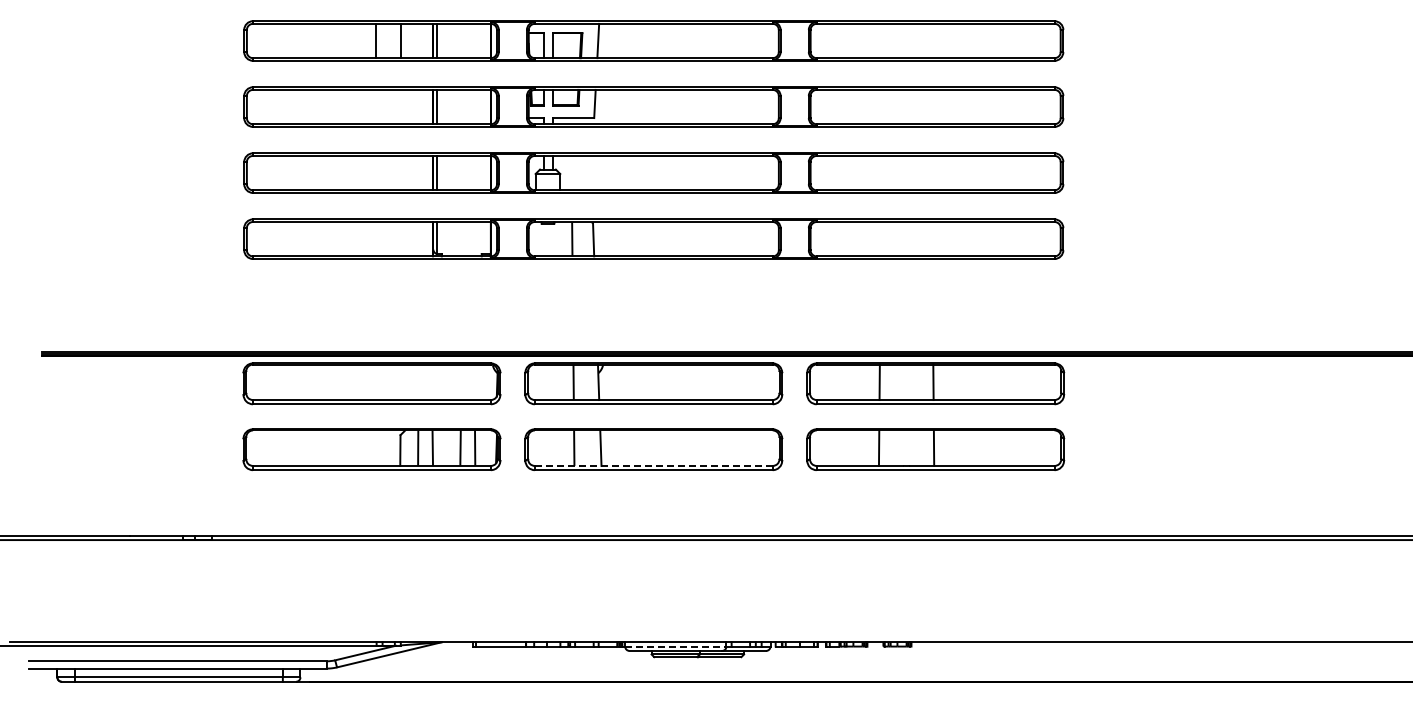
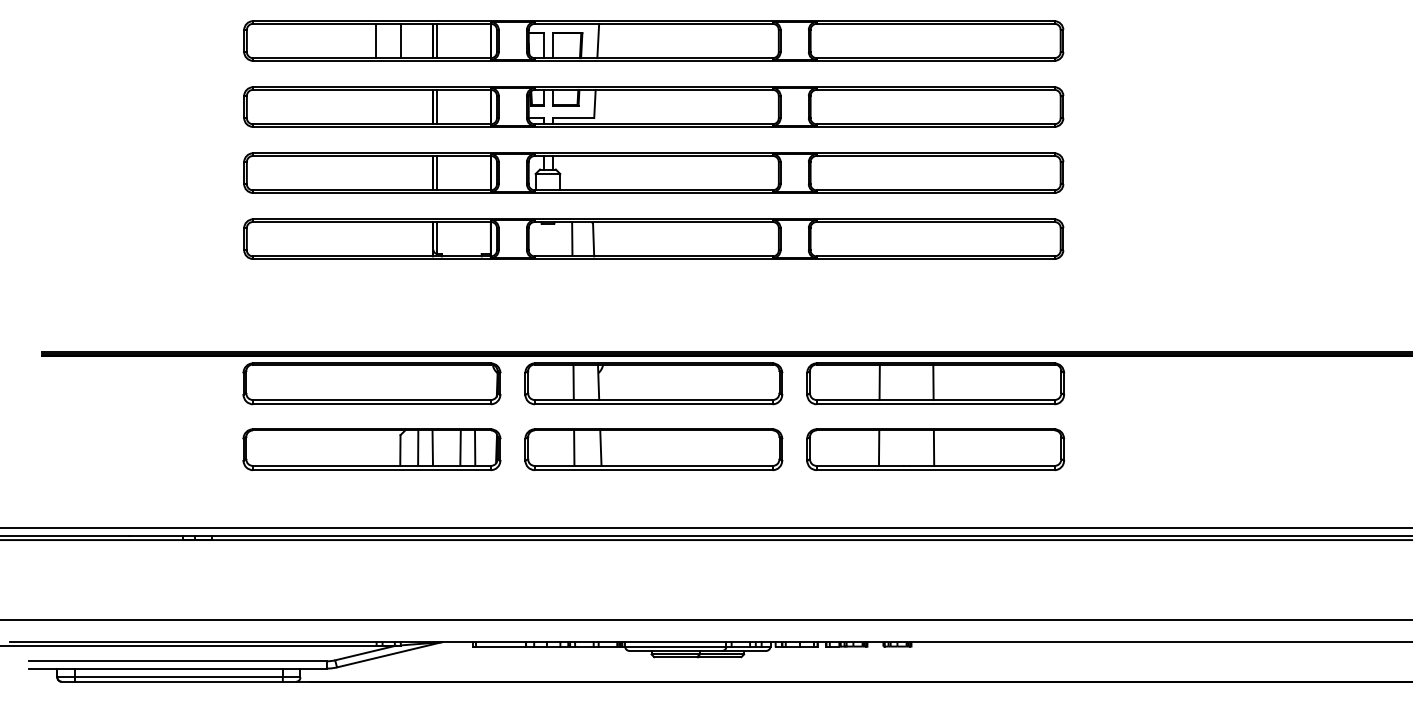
line at (653, 465): dashed -> solid
line at (705, 528): none -> present
line at (705, 620): none -> present
line at (675, 646): dashed -> solid
